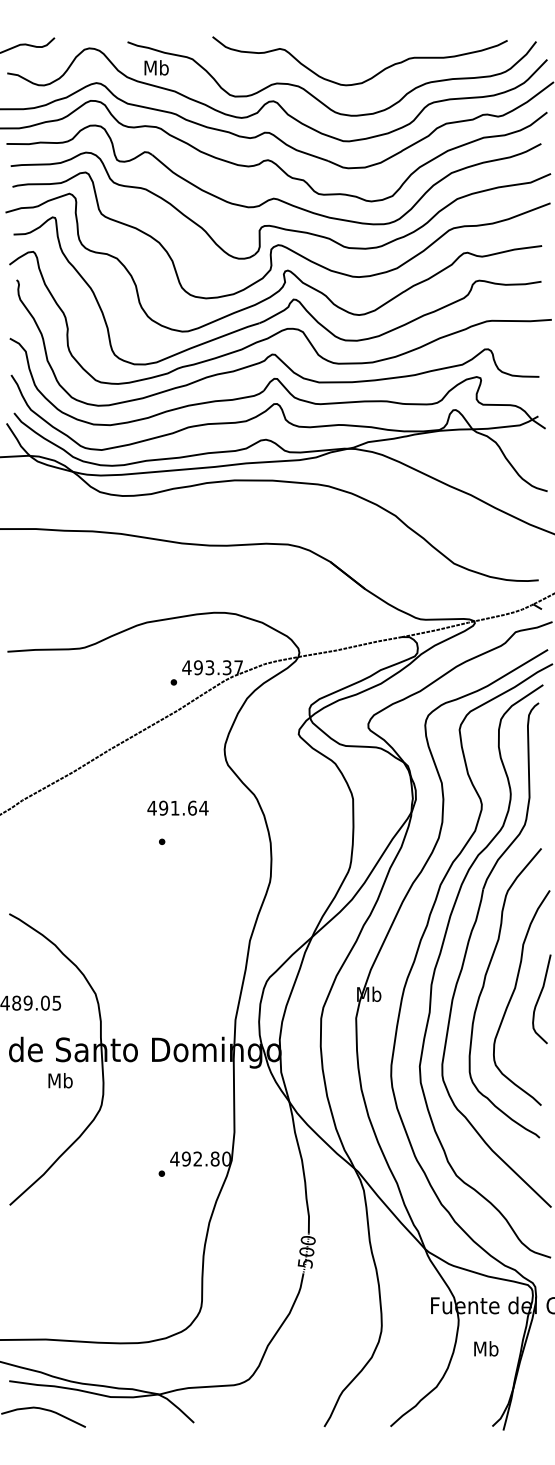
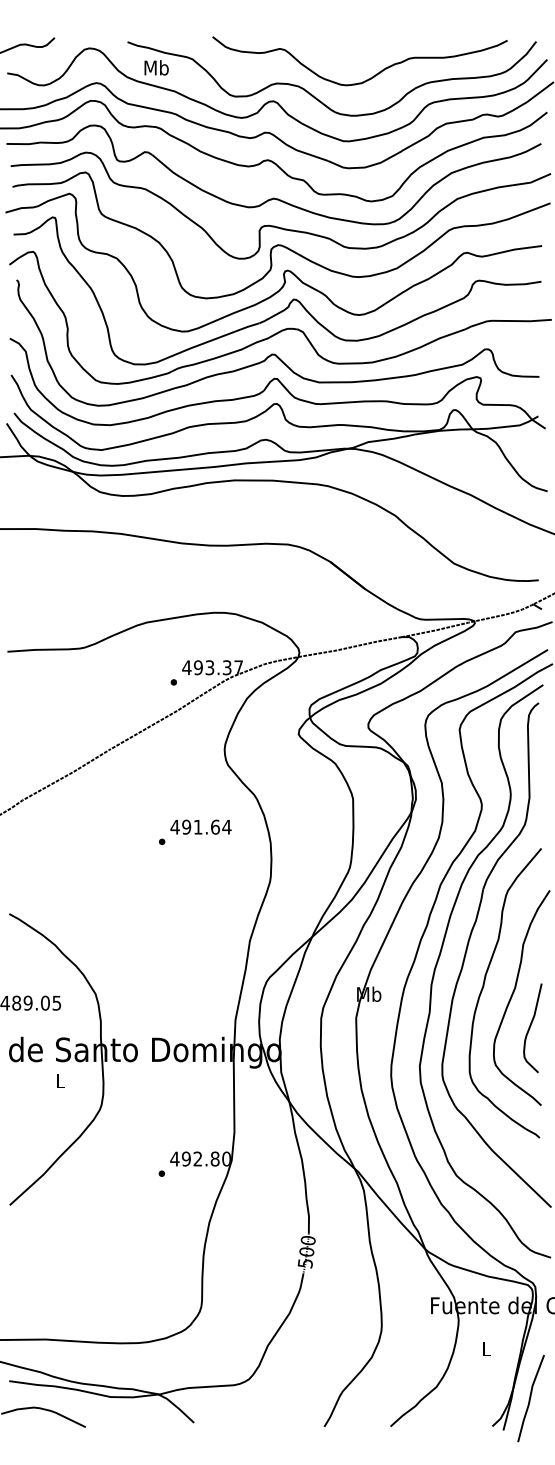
text at (177, 807) position: (177, 807) -> (200, 826)
curve at (539, 999) position: (539, 999) -> (530, 1028)
text at (60, 1080): Mb -> L
text at (486, 1348): Mb -> L
line at (530, 1398): none -> present
